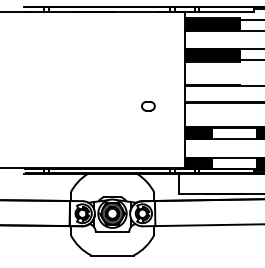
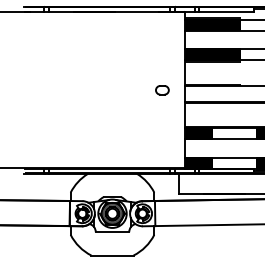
part at (148, 106) position: (148, 106) -> (162, 90)
